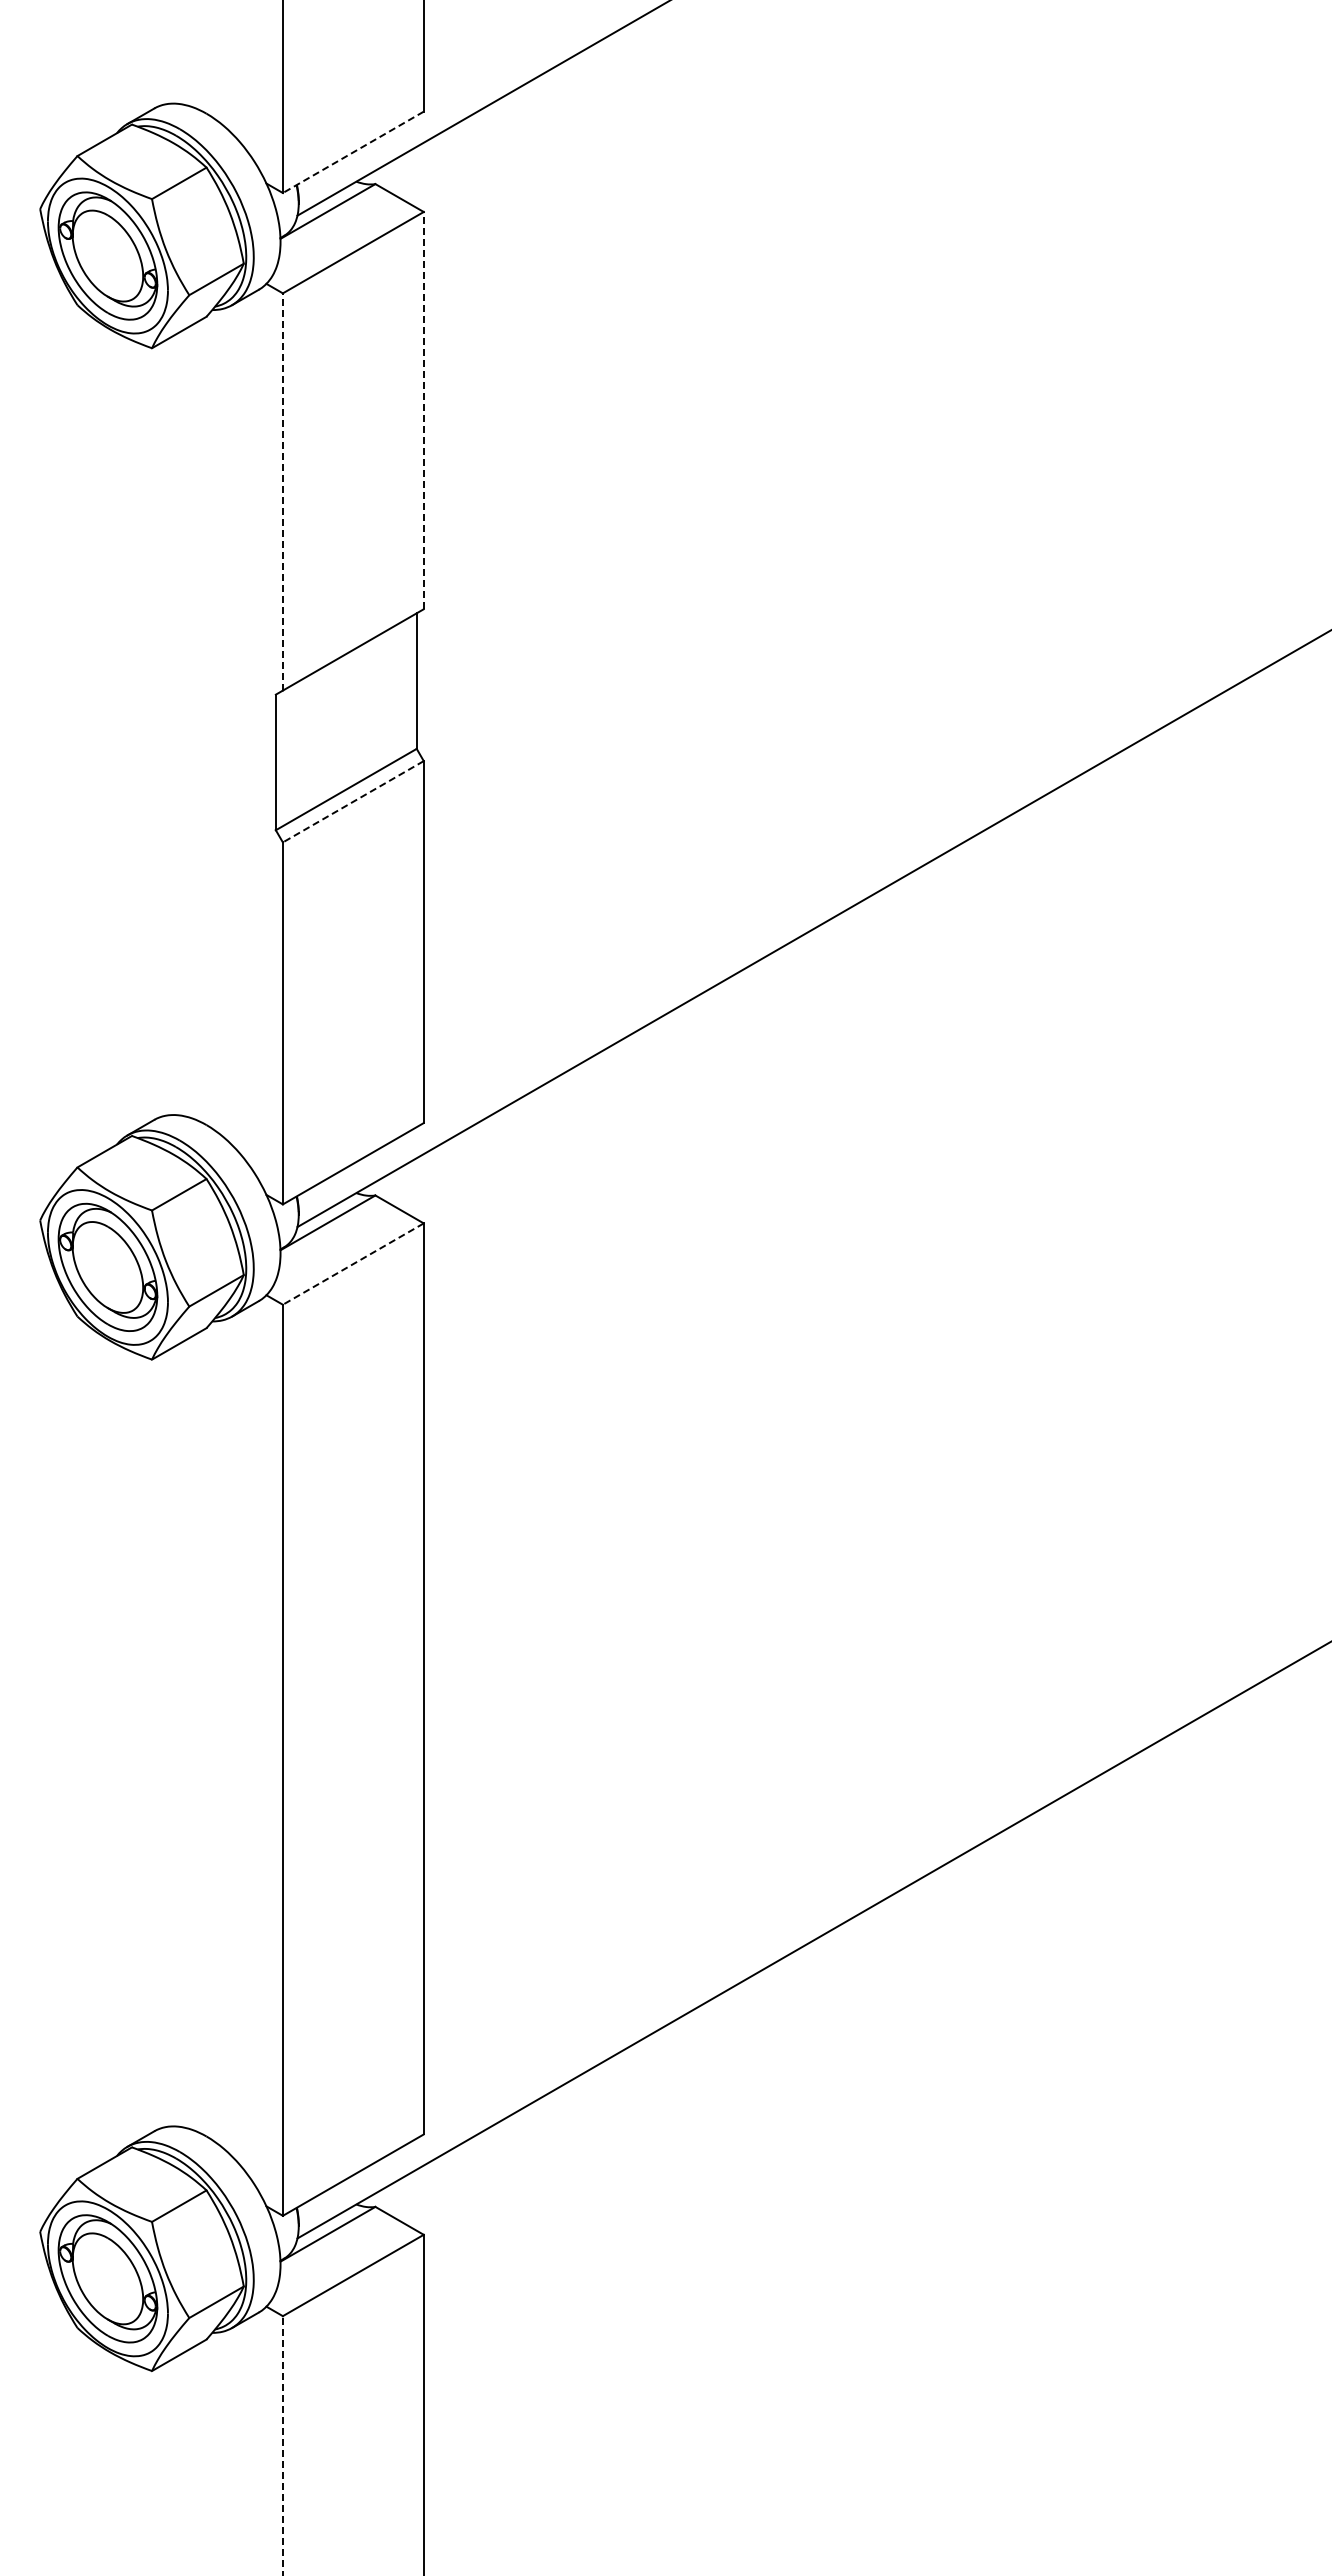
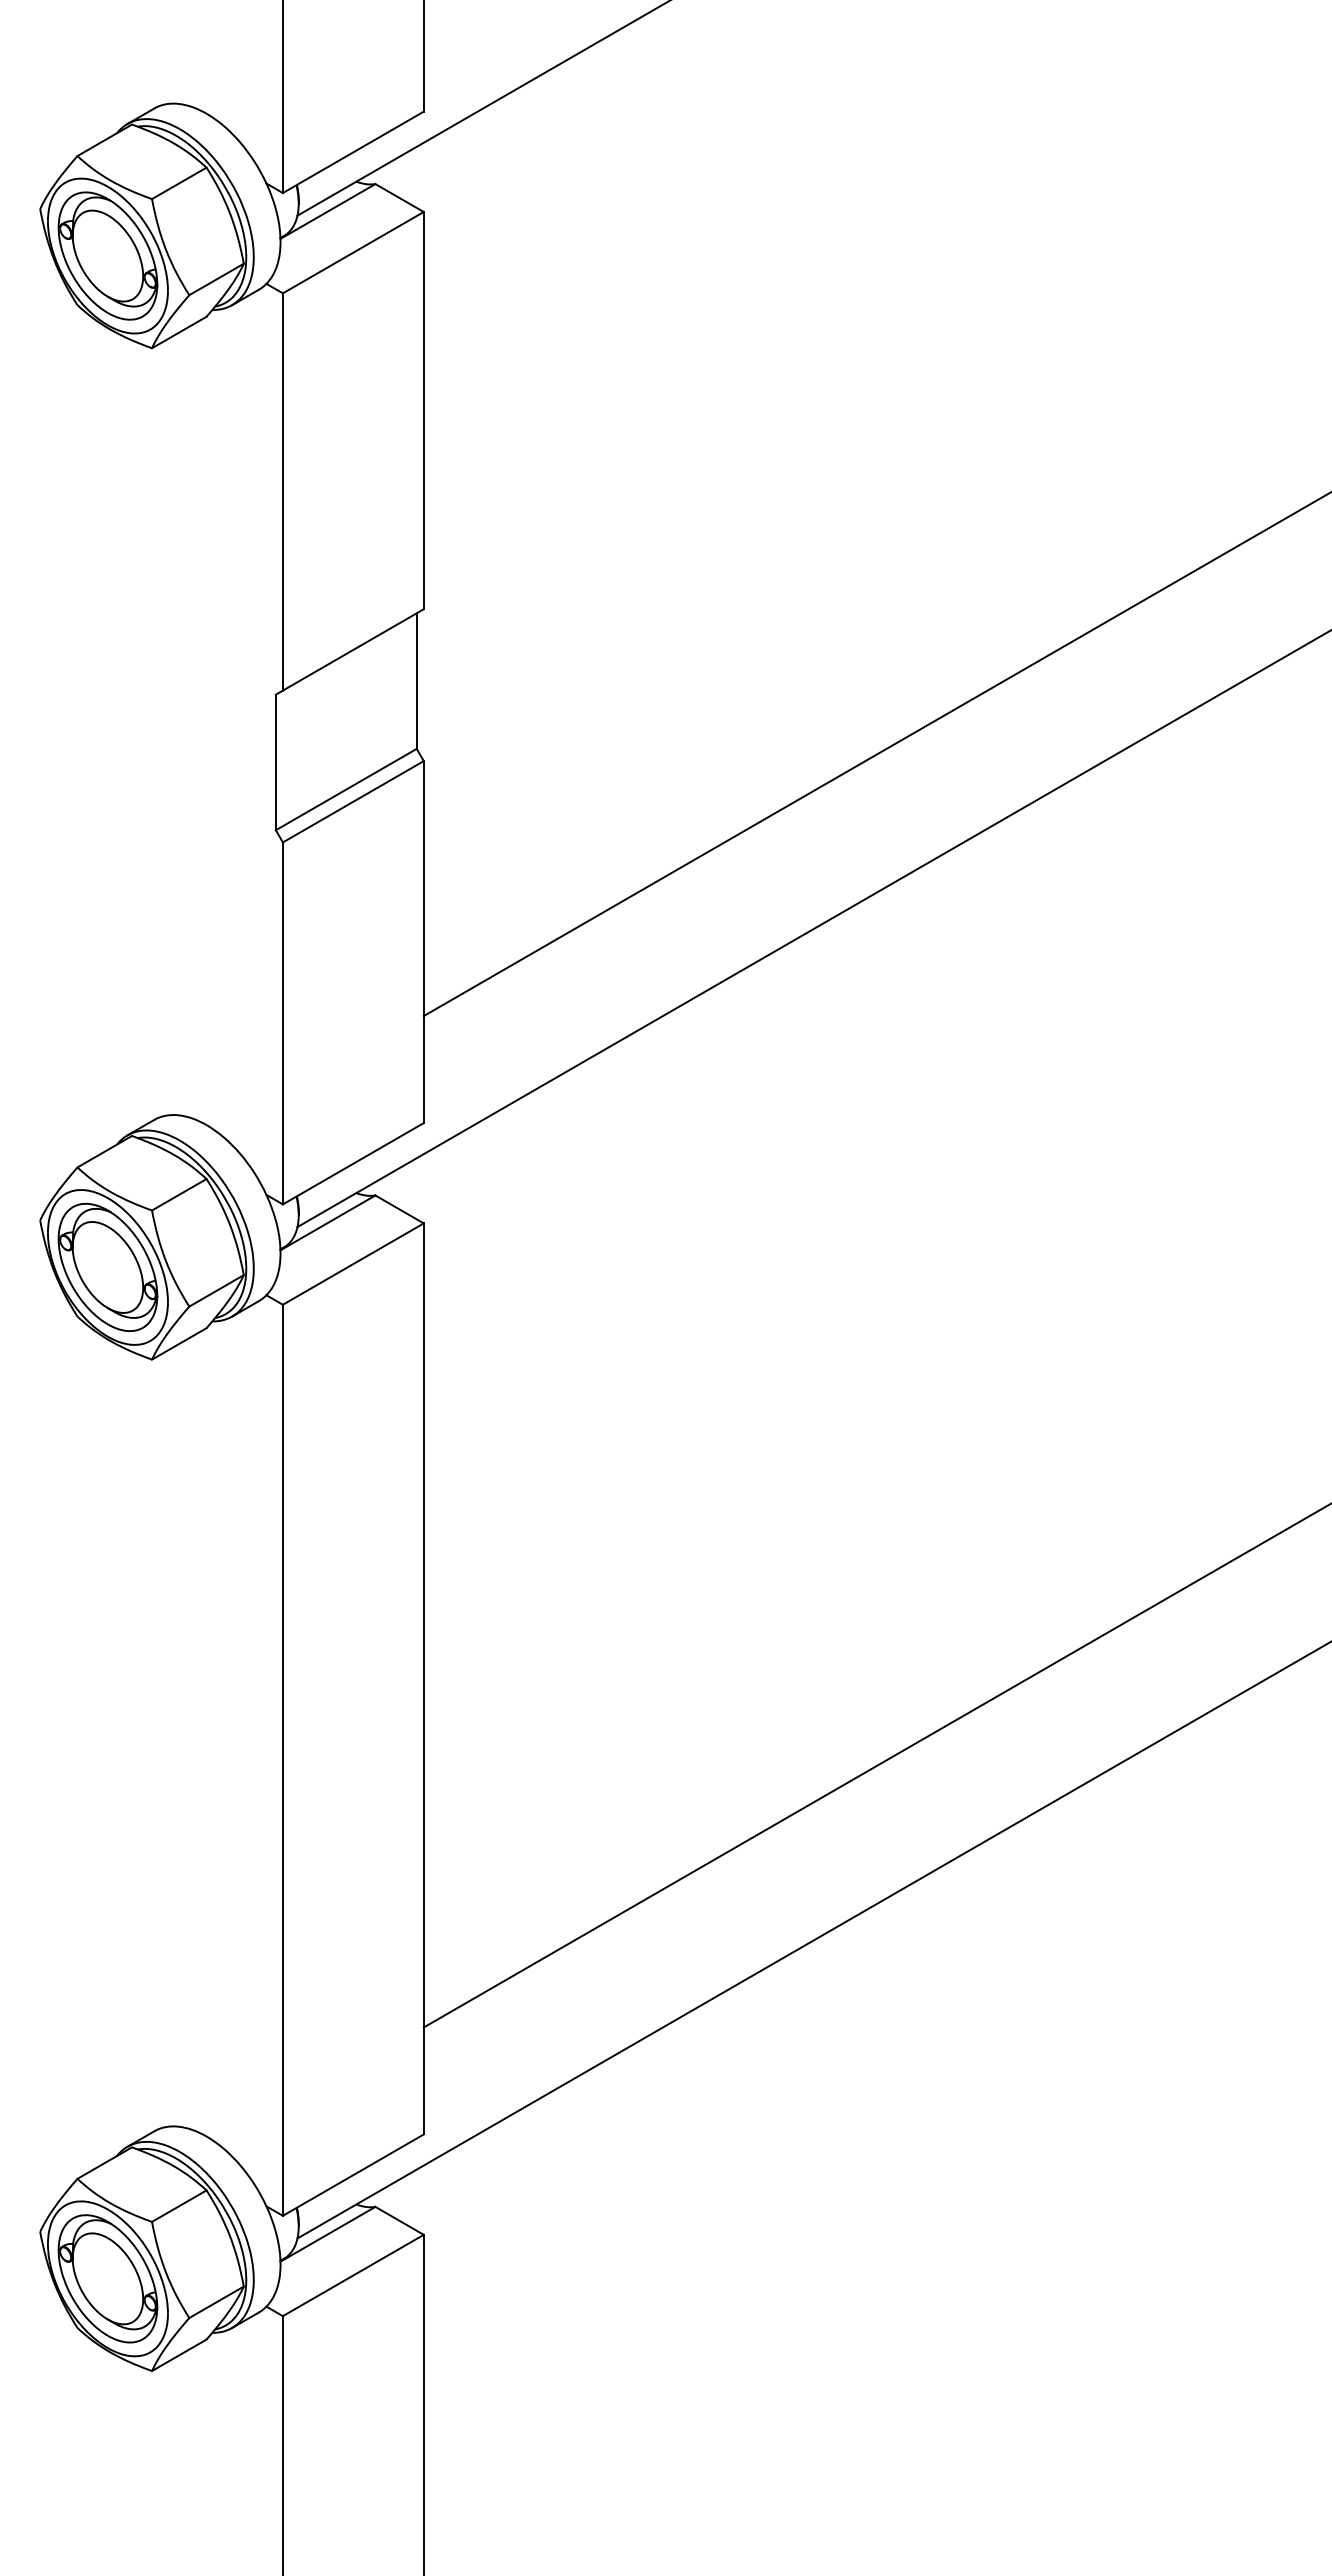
line at (352, 152): dashed -> solid
line at (423, 410): dashed -> solid
line at (282, 491): dashed -> solid
line at (875, 754): none -> present
line at (352, 802): dashed -> solid
line at (352, 1264): dashed -> solid
line at (875, 1765): none -> present
line at (282, 2446): dashed -> solid
